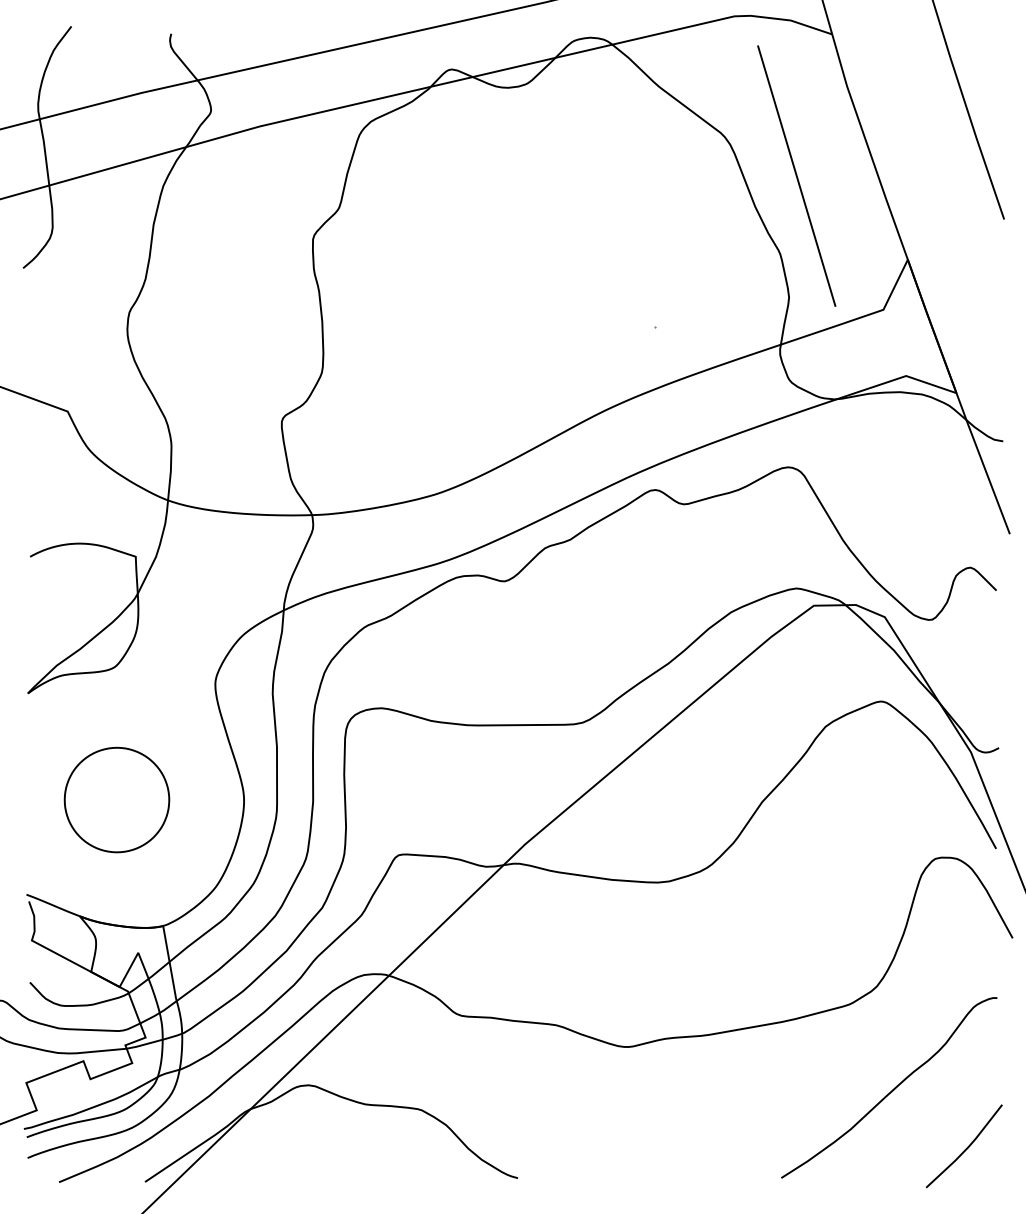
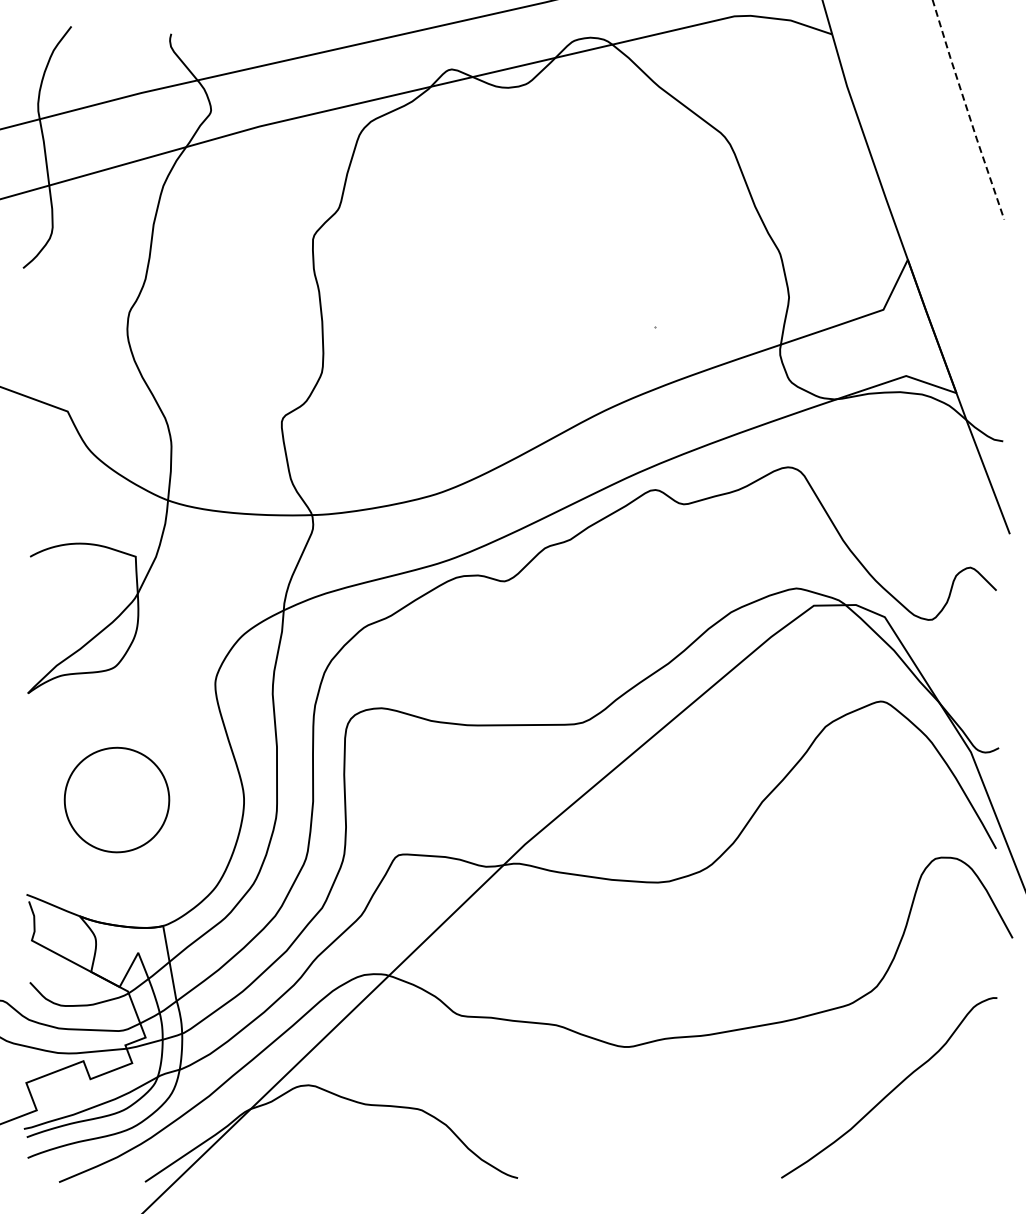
line at (967, 110): solid -> dashed
line at (796, 175): present -> none
line at (965, 1148): present -> none
